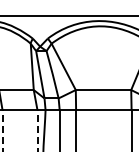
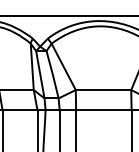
line at (2, 130): dashed -> solid
line at (37, 130): dashed -> solid
